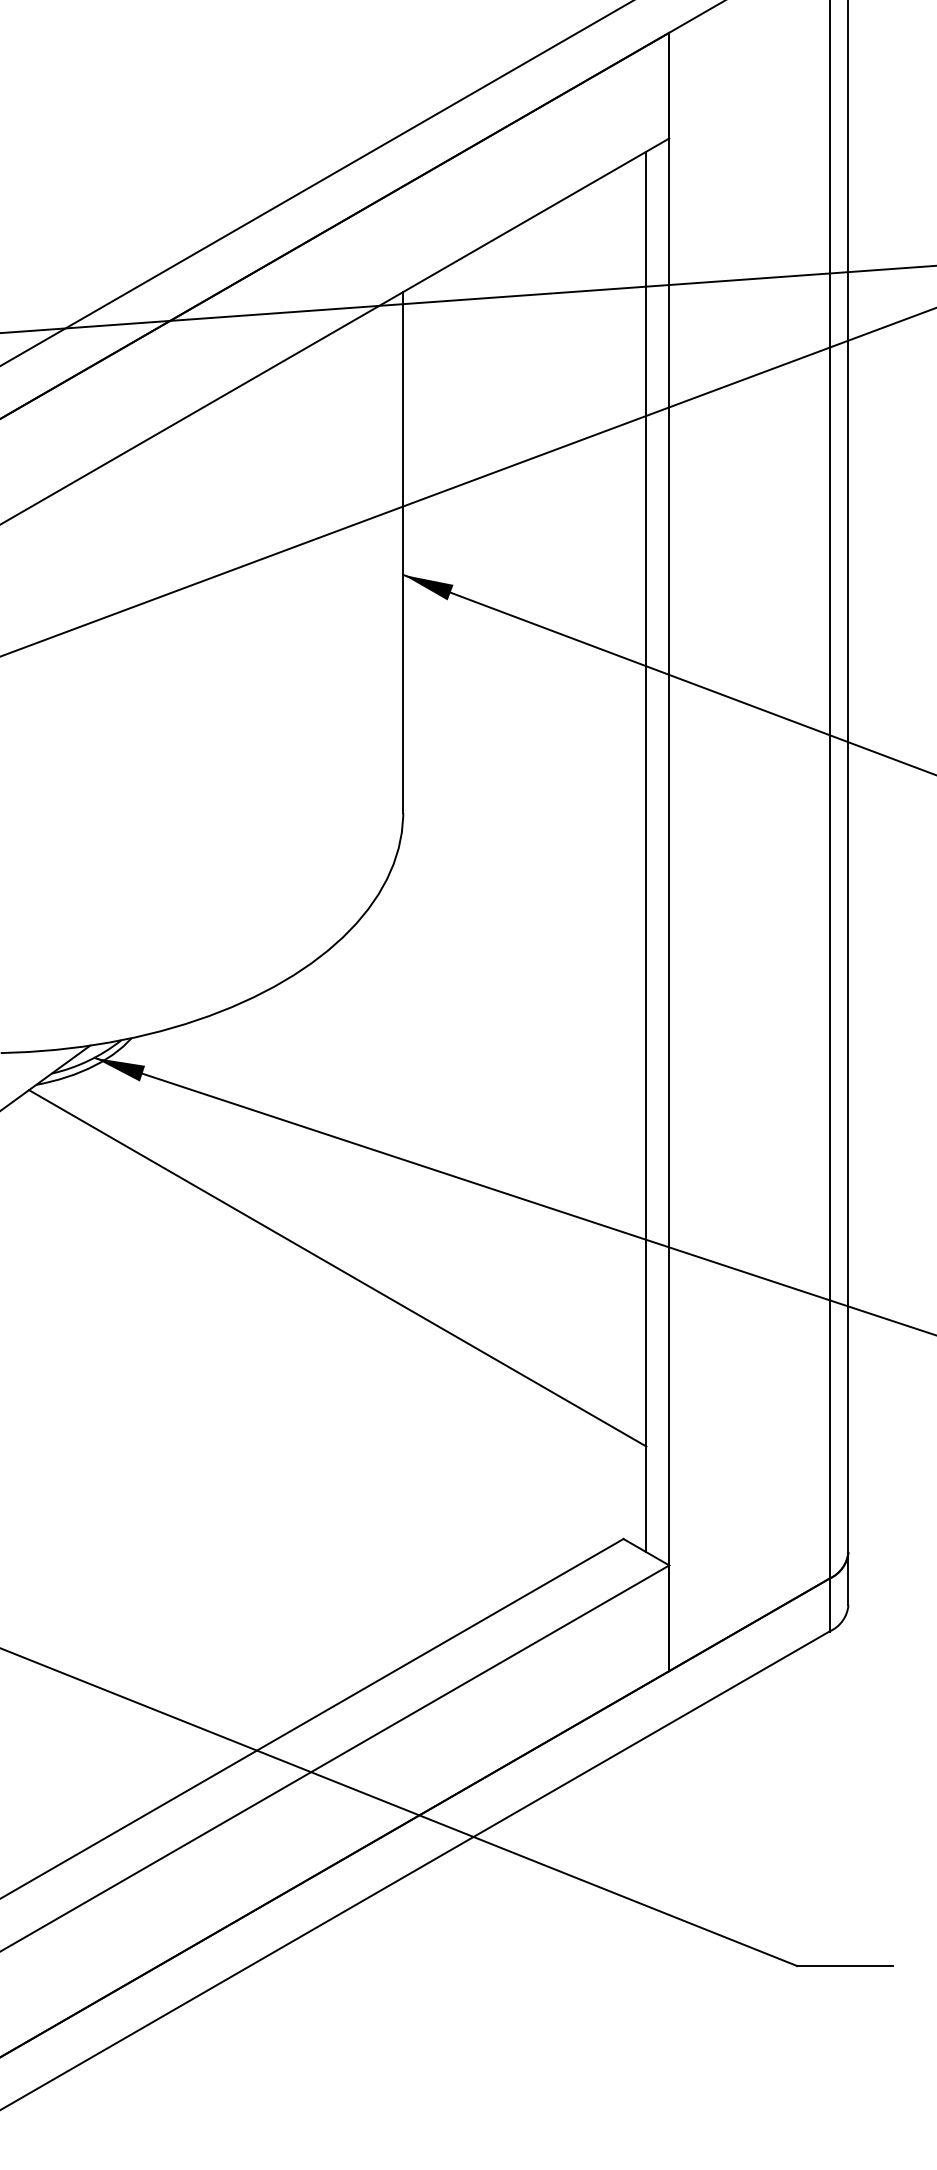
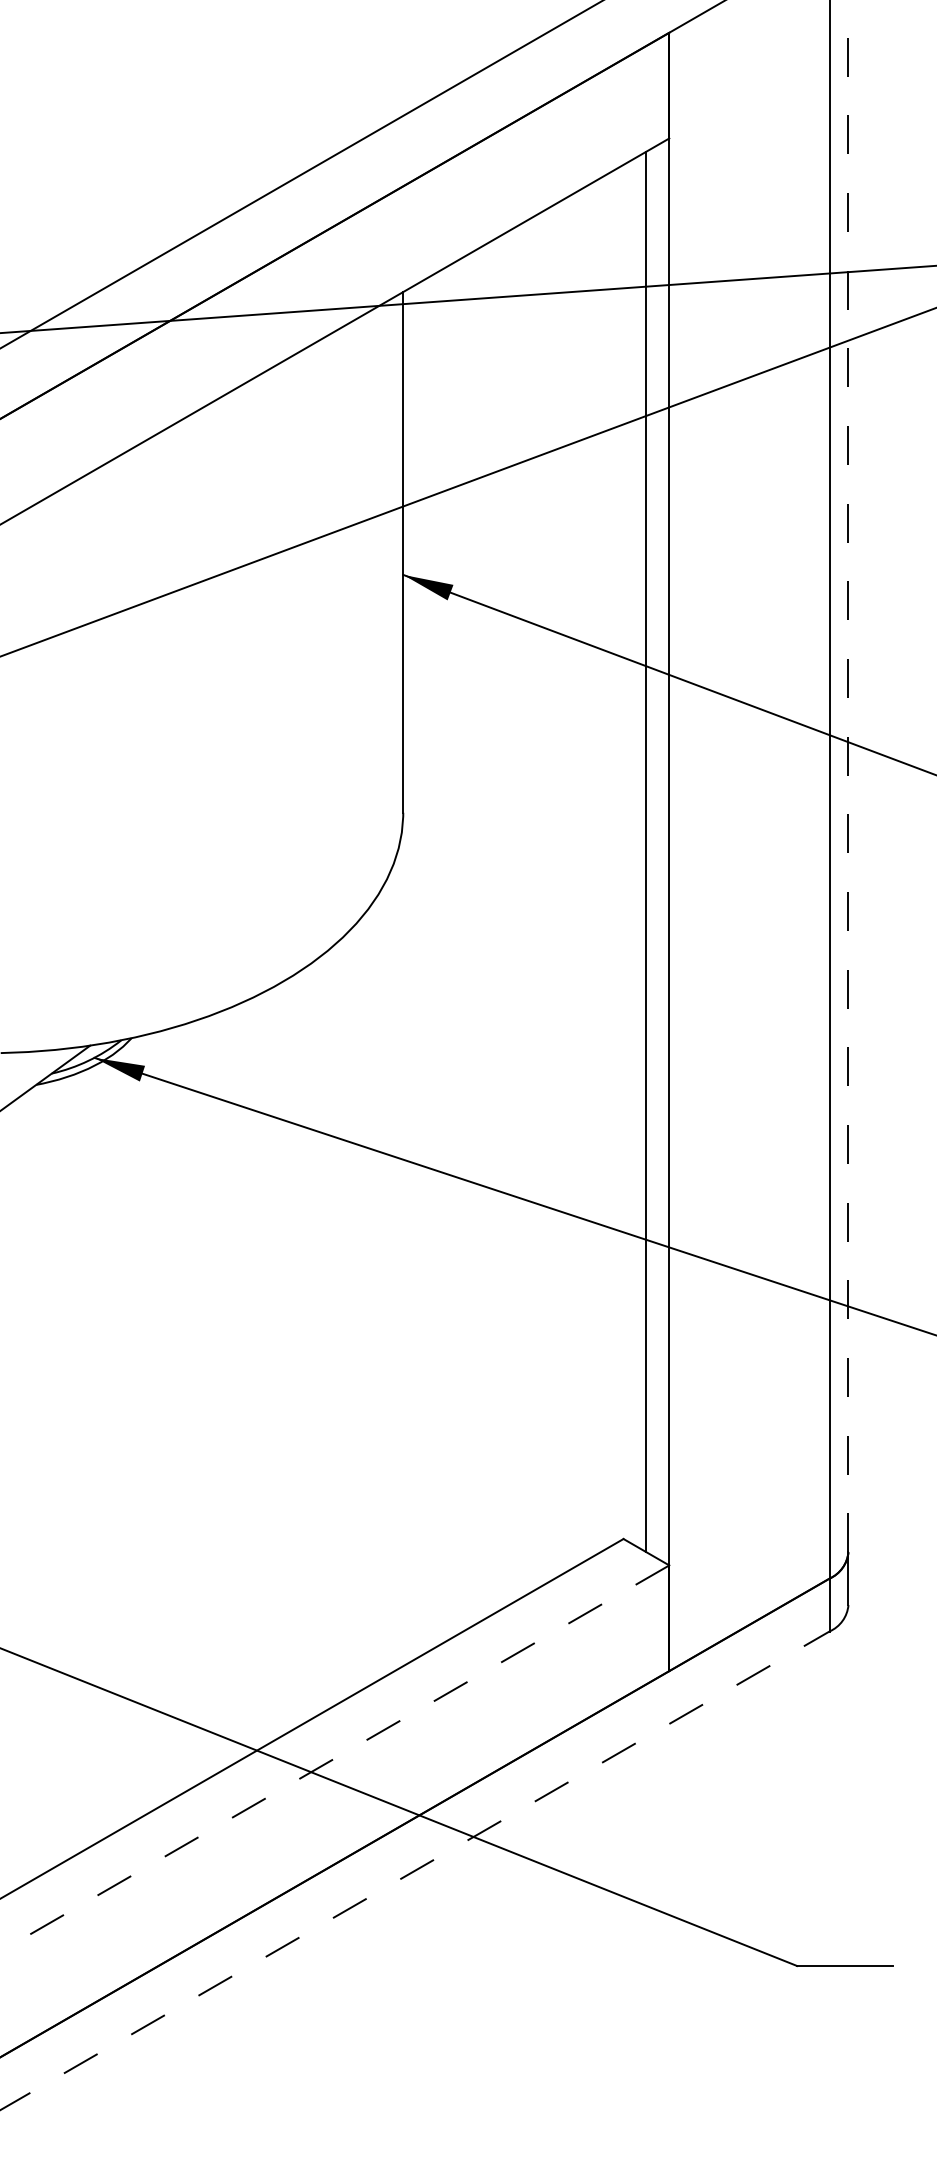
line at (316, 183) position: (316, 183) -> (300, 174)
line at (848, 776): solid -> dashed
line at (337, 1268): present -> none
line at (334, 1758): solid -> dashed
line at (414, 1870): solid -> dashed
